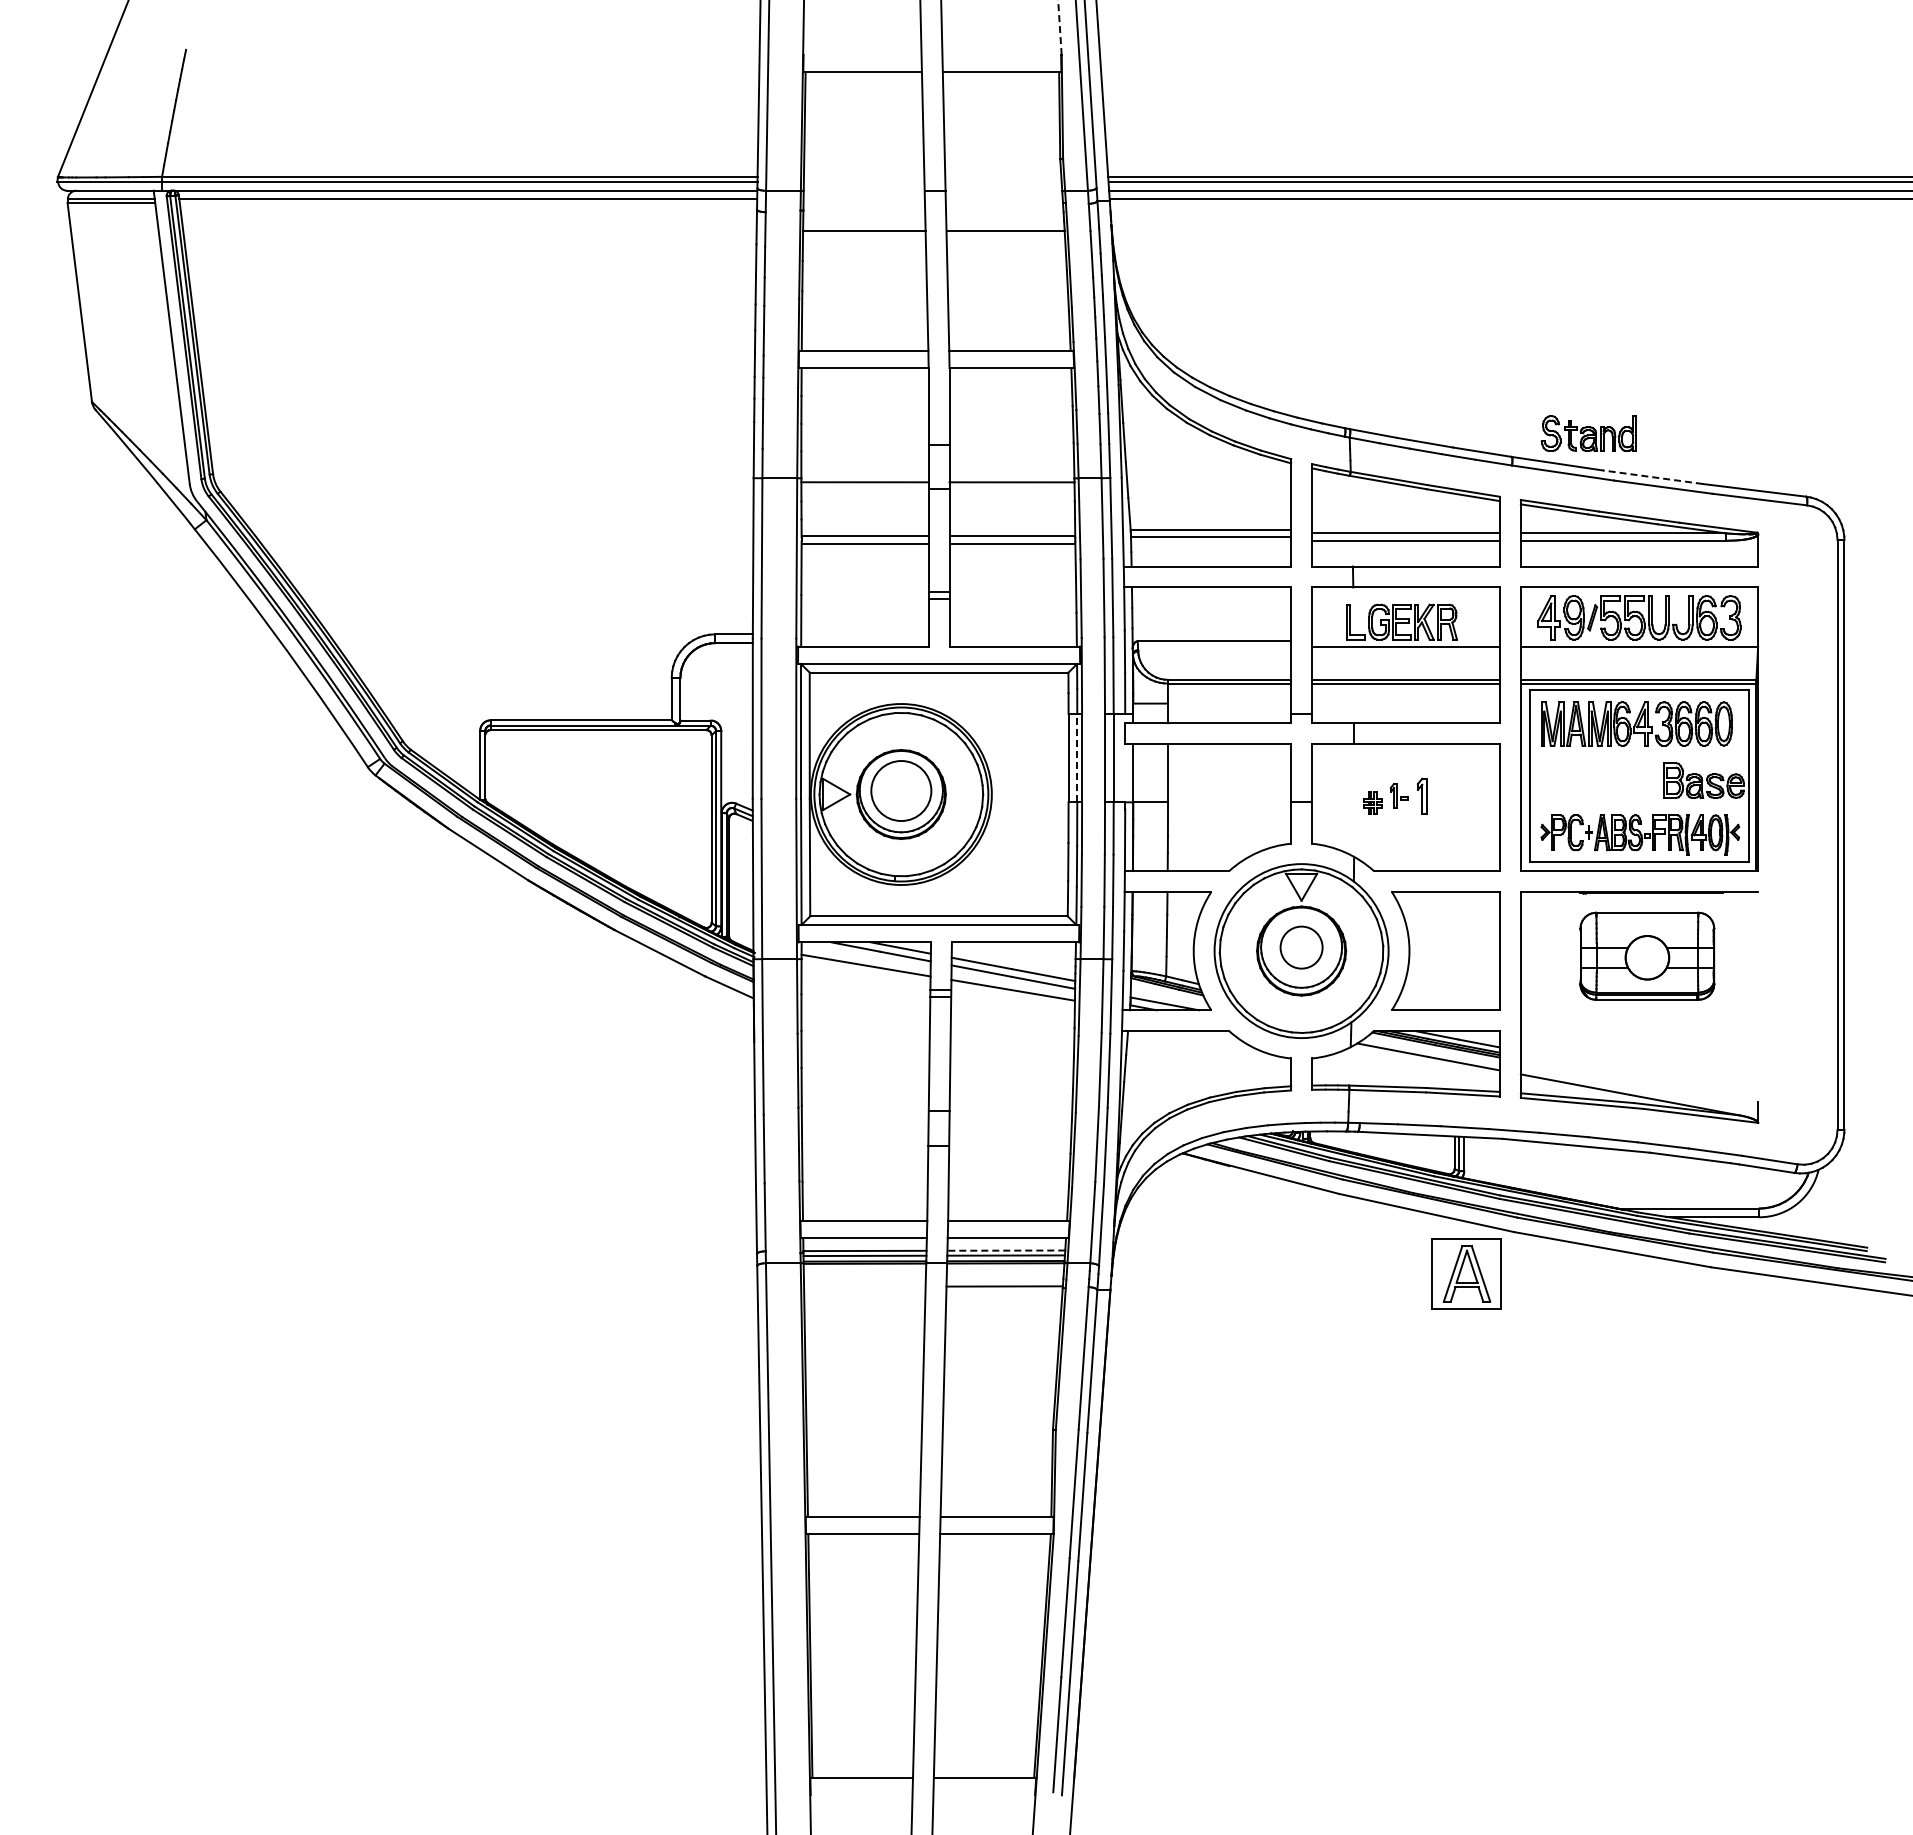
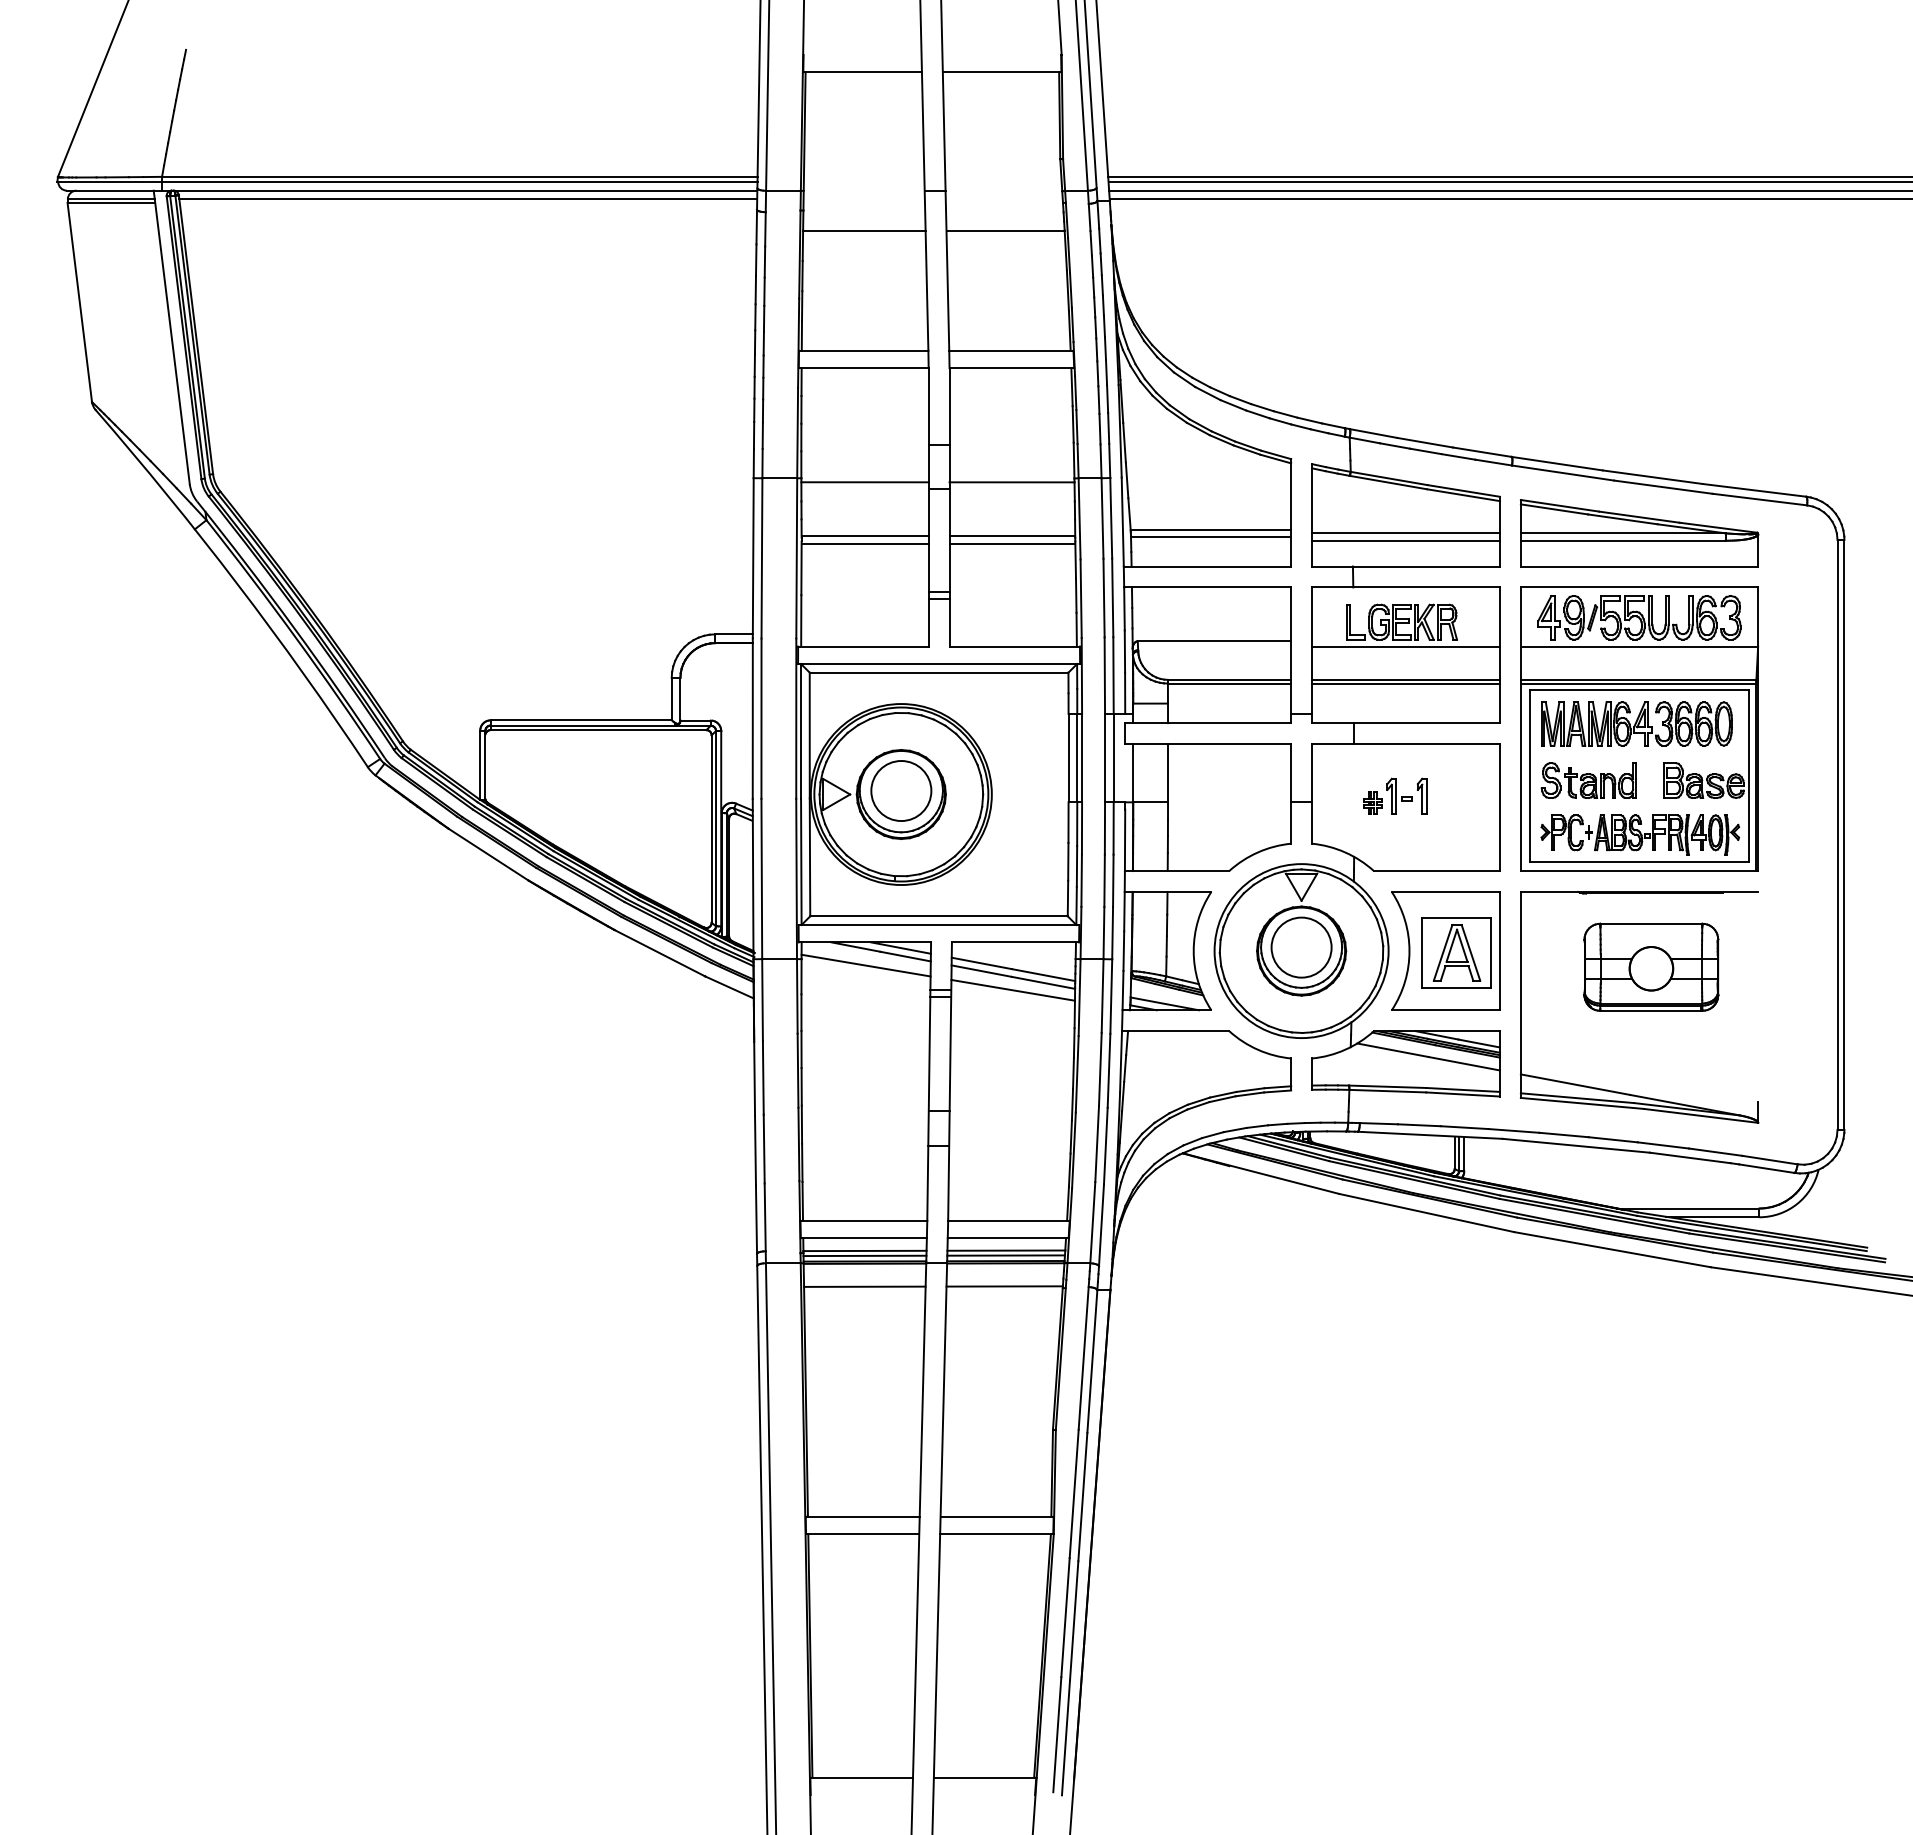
line at (1059, 27): dashed -> solid
part at (1588, 433) position: (1588, 433) -> (1588, 780)
line at (1652, 477): dashed -> solid
line at (1077, 757): dashed -> solid
part at (1399, 795) size: 19x26 px -> 27x38 px
circle at (1301, 947) diameter: 42 px -> 60 px
part at (1647, 955) position: (1647, 955) -> (1651, 966)
line at (1006, 1250): dashed -> solid
part at (1466, 1273) position: (1466, 1273) -> (1456, 952)
line at (864, 1286): none -> present
